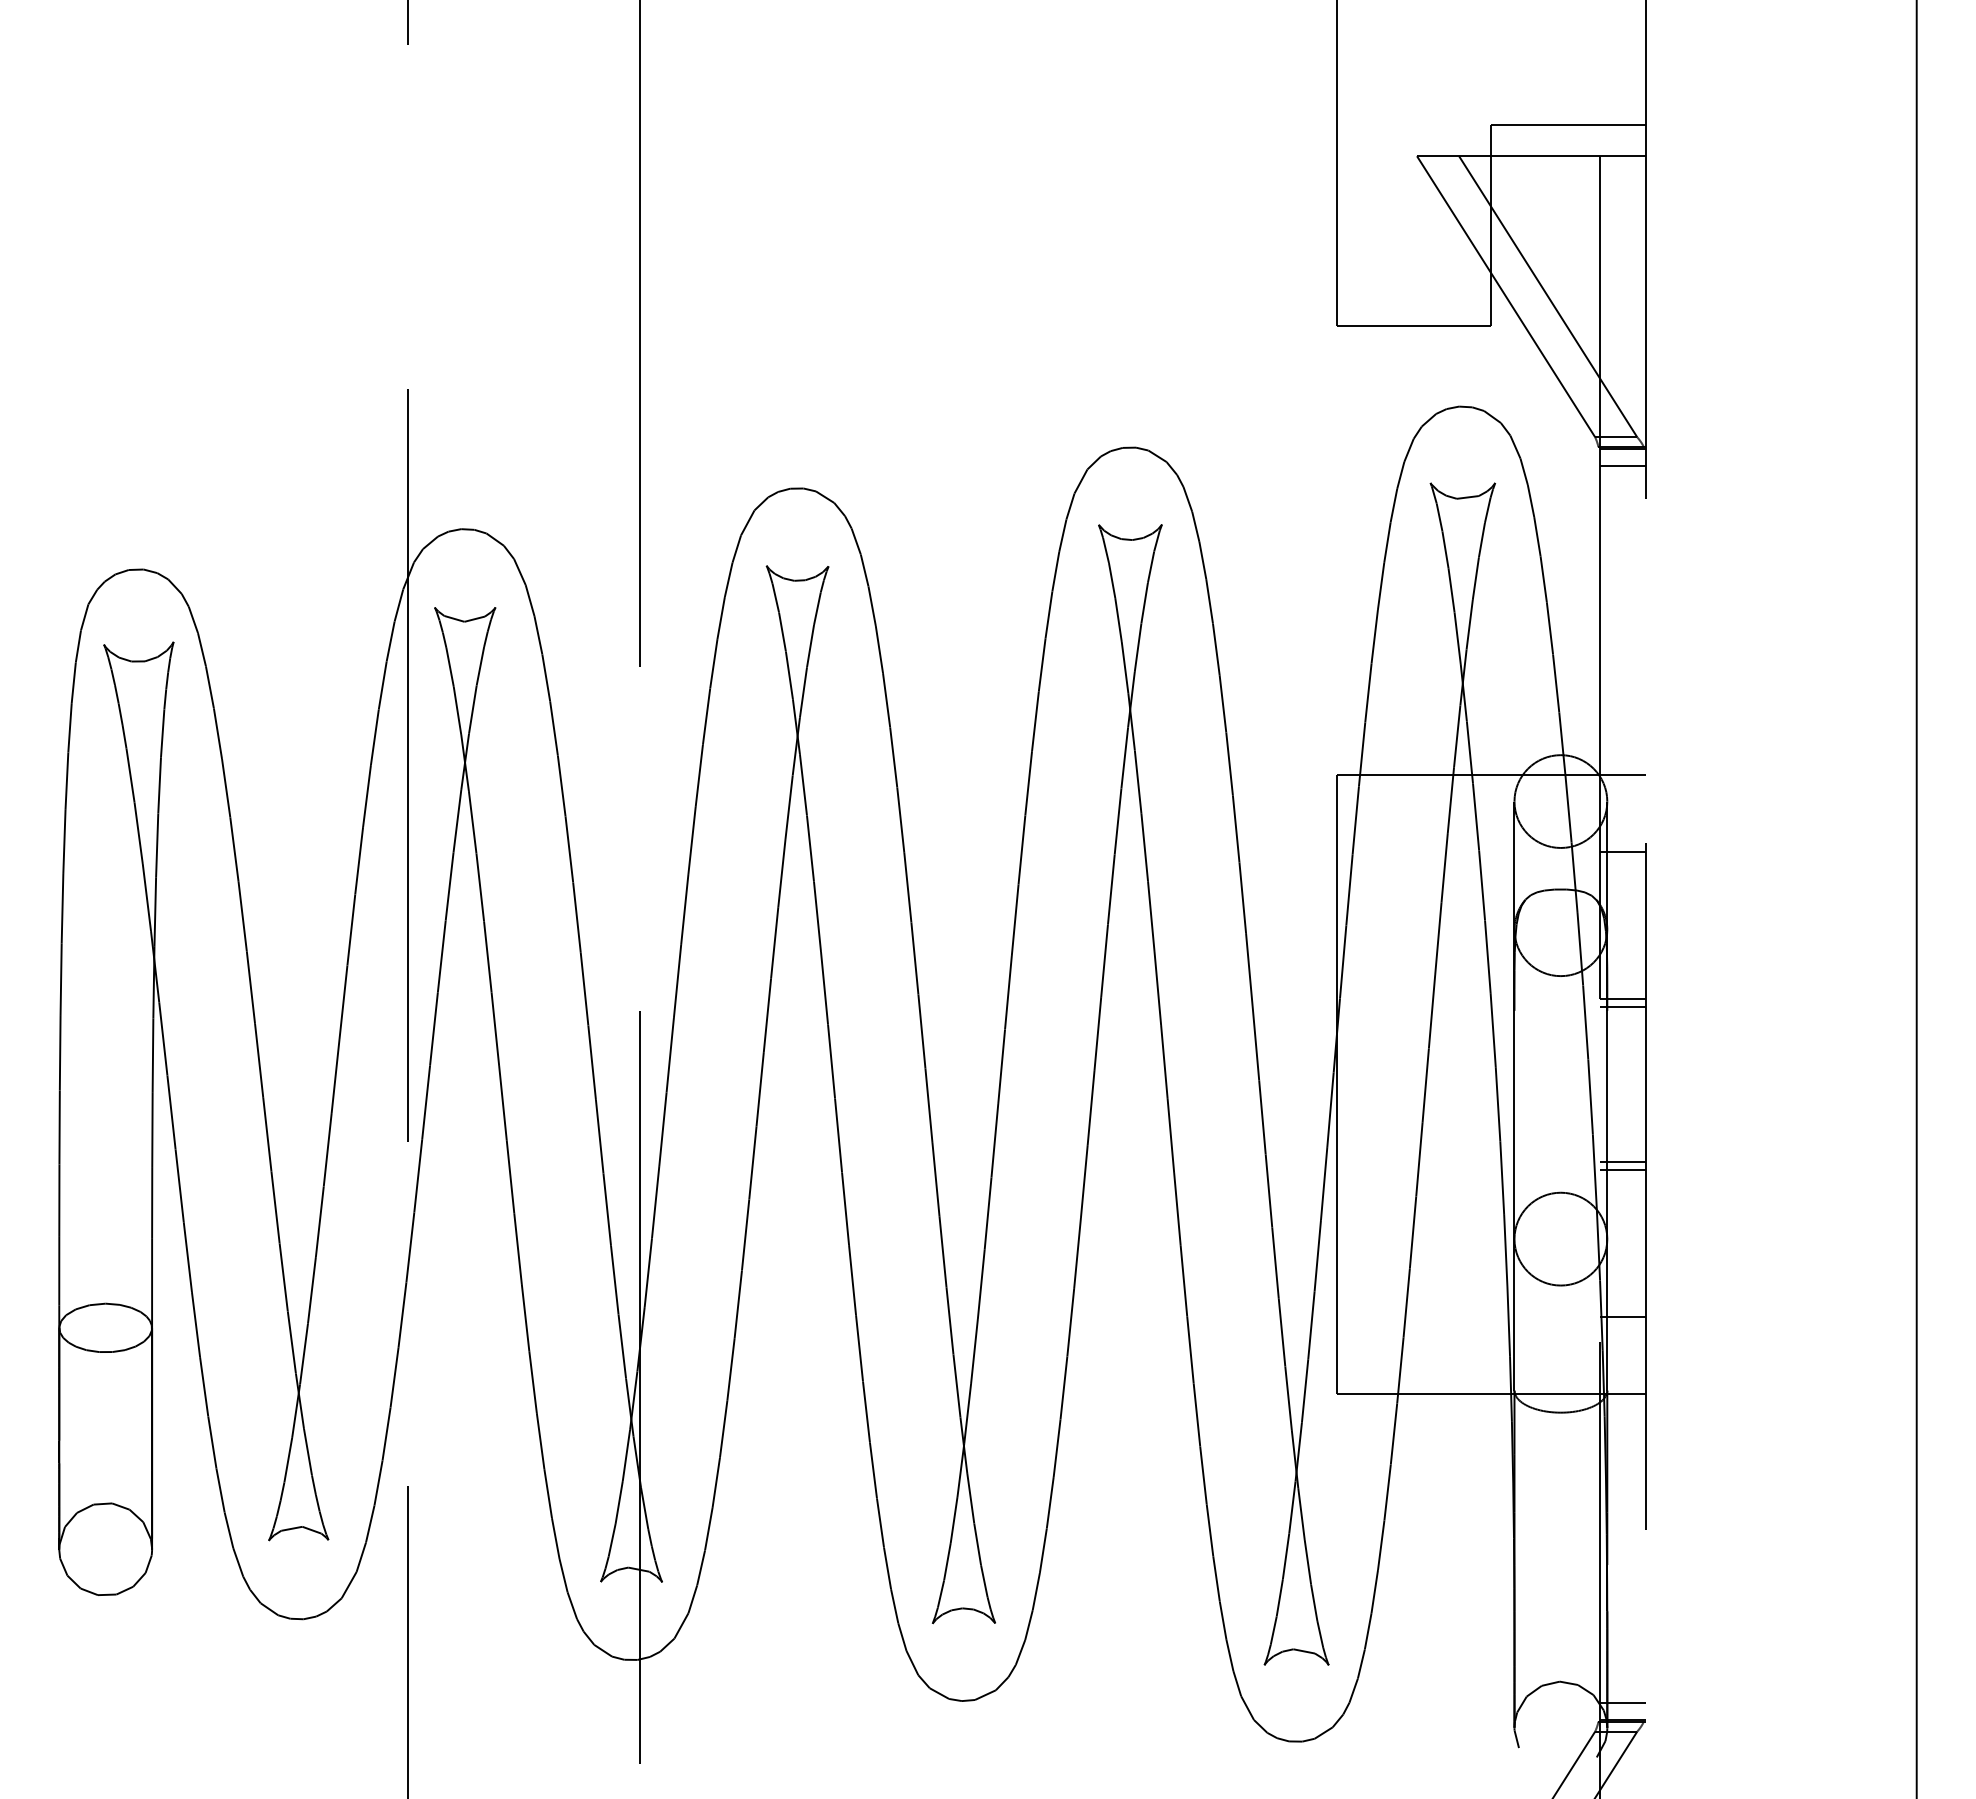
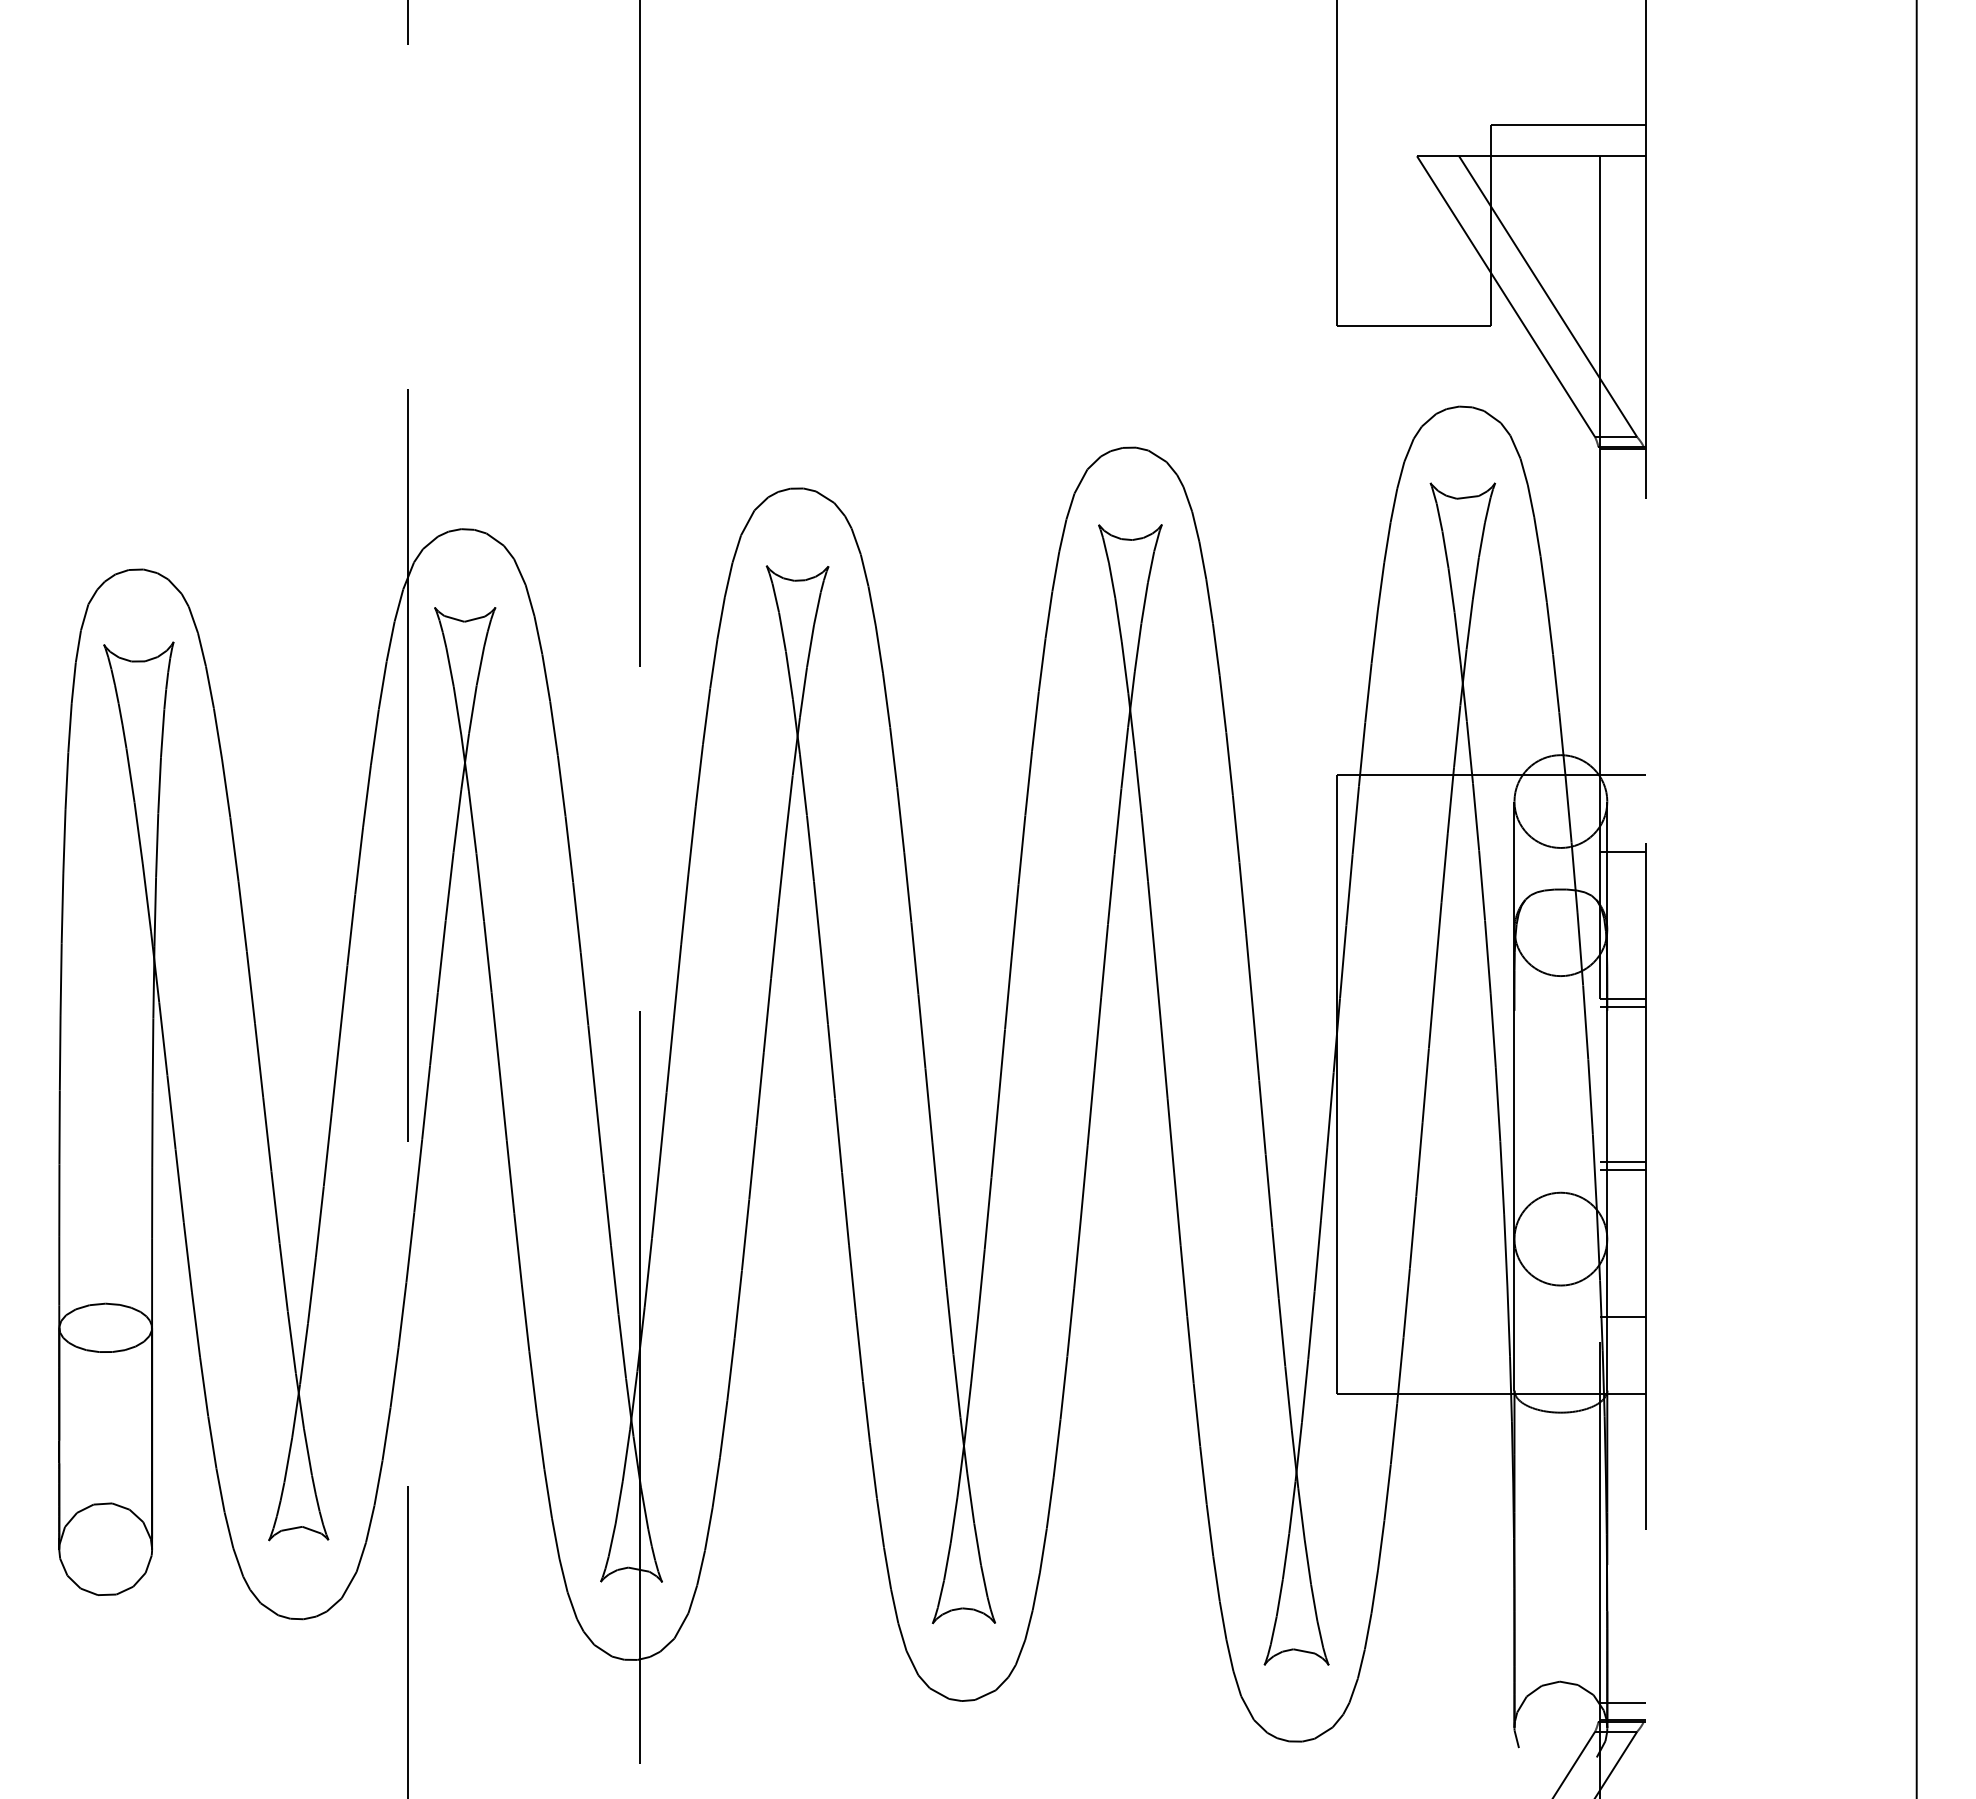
line at (1622, 465): present -> none
